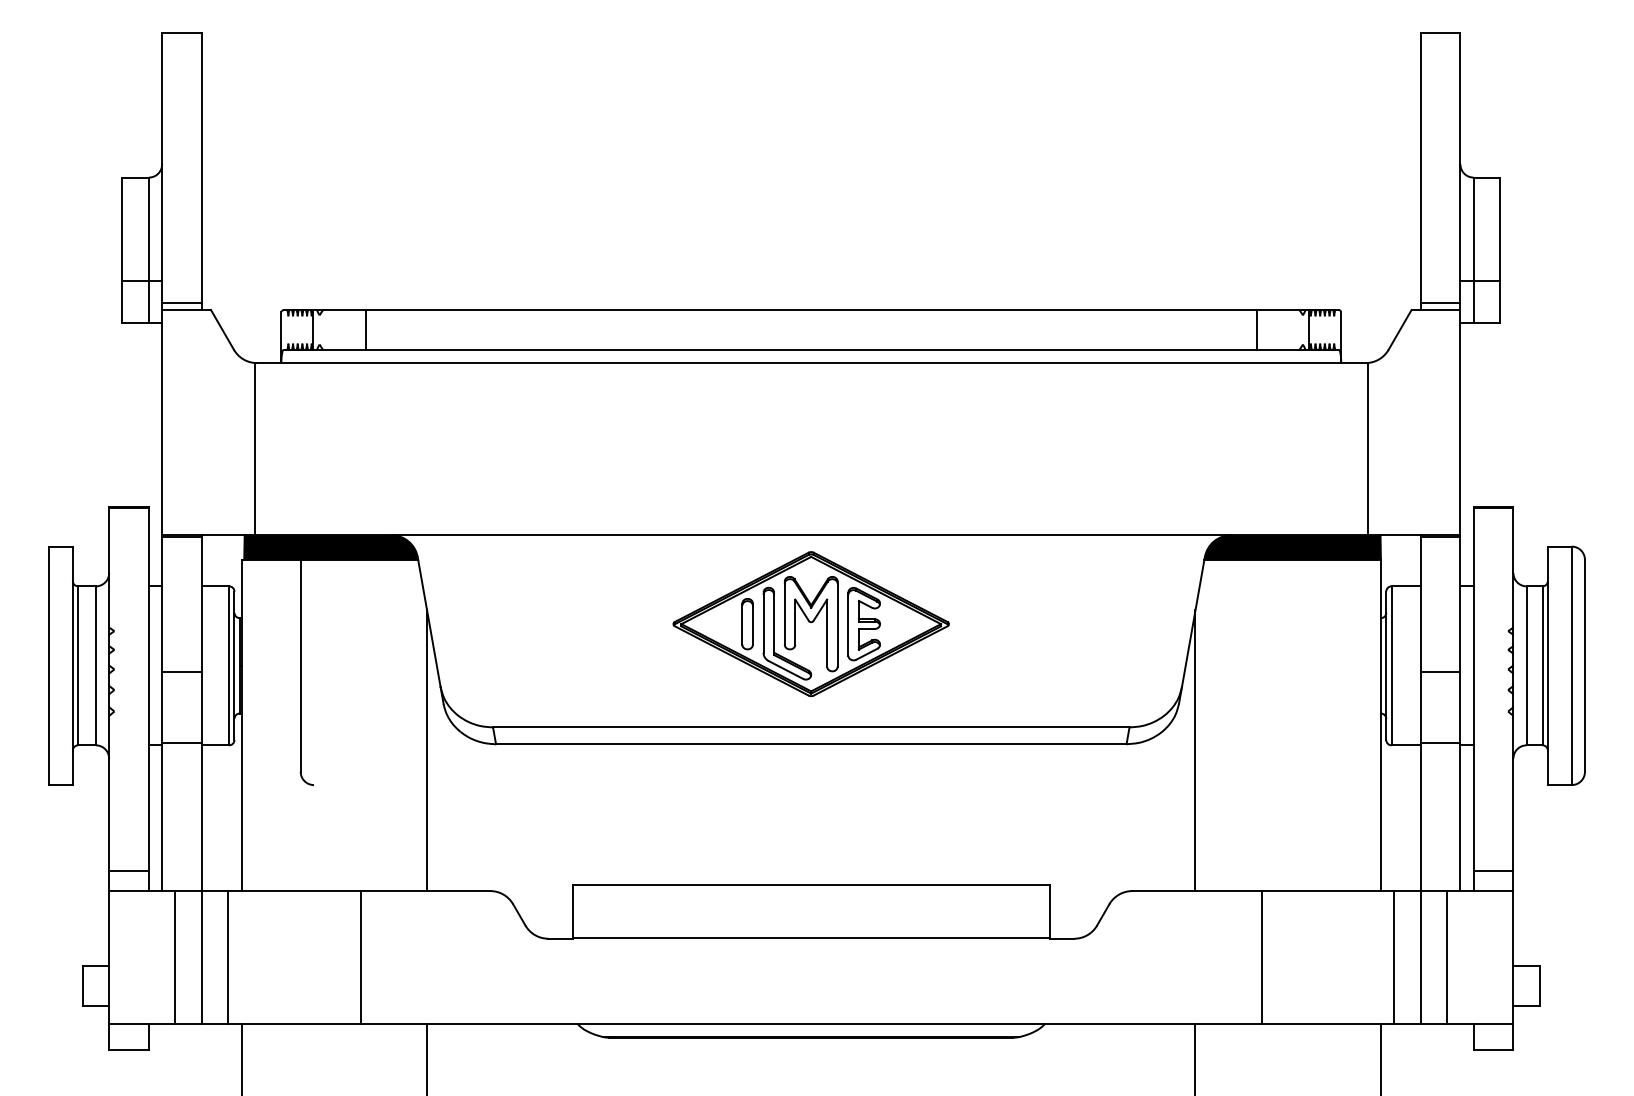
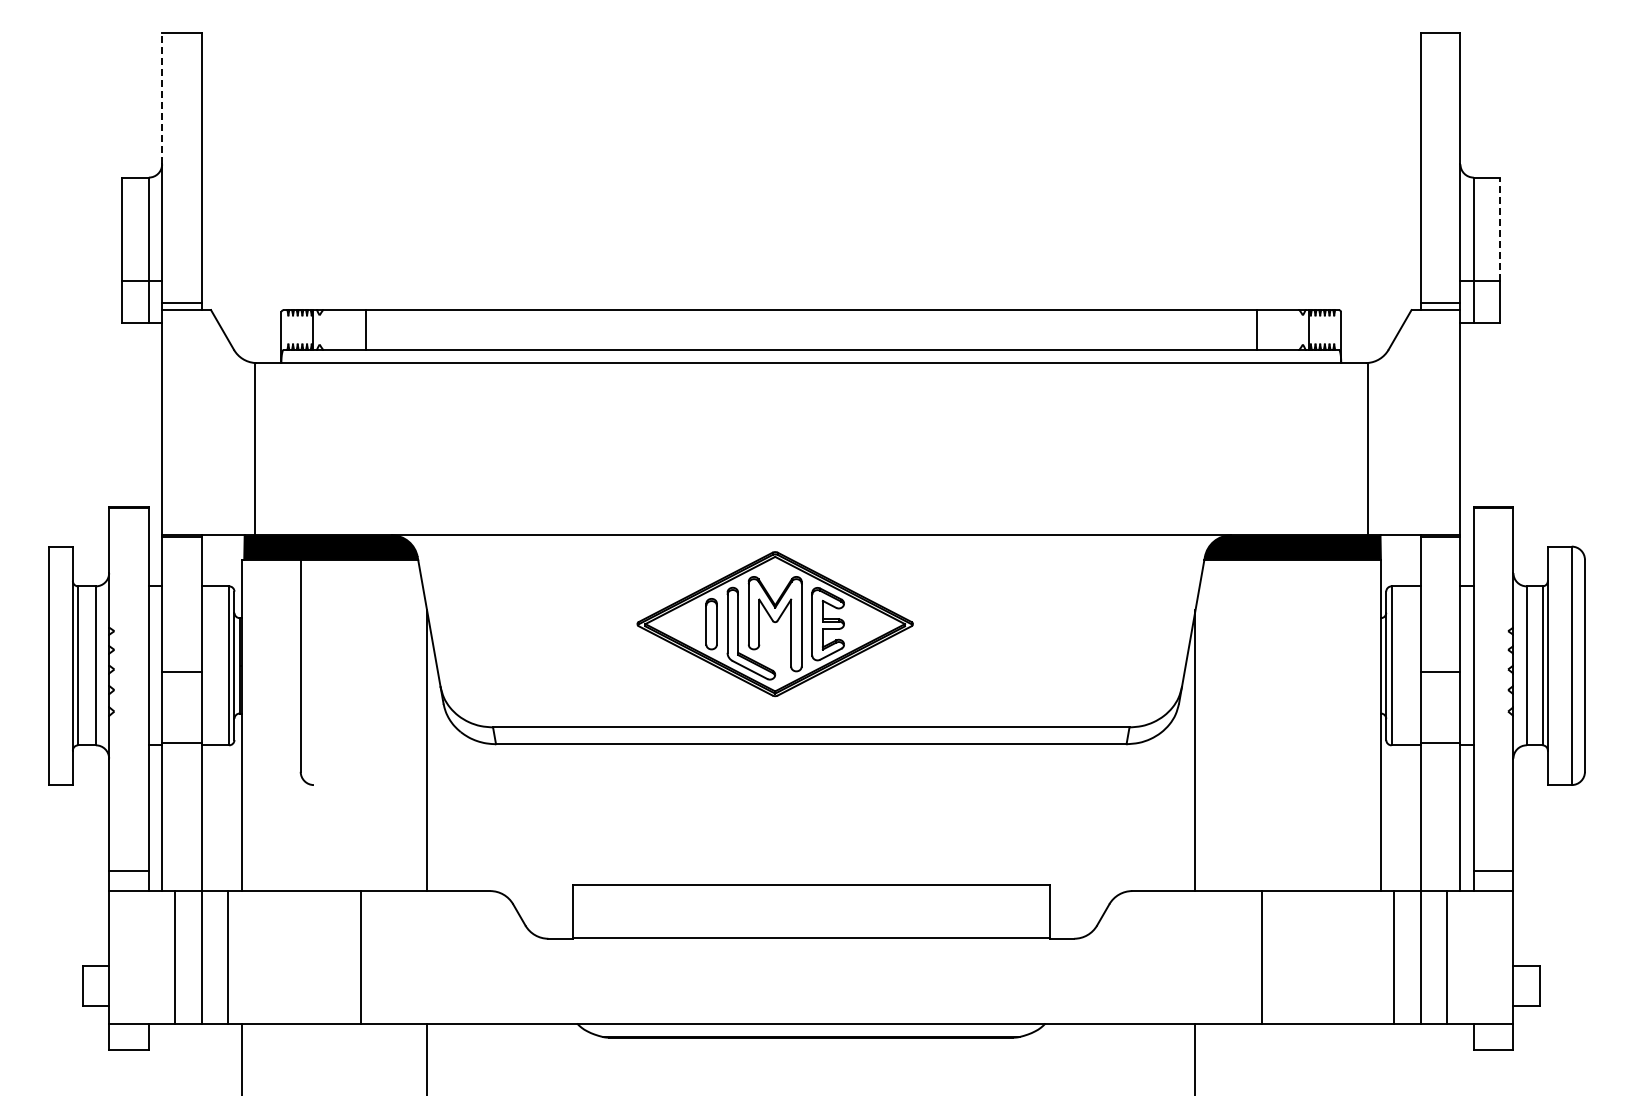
line at (162, 98): solid -> dashed
line at (1500, 229): solid -> dashed
part at (810, 624) position: (810, 624) -> (774, 624)
line at (1380, 1057): present -> none
